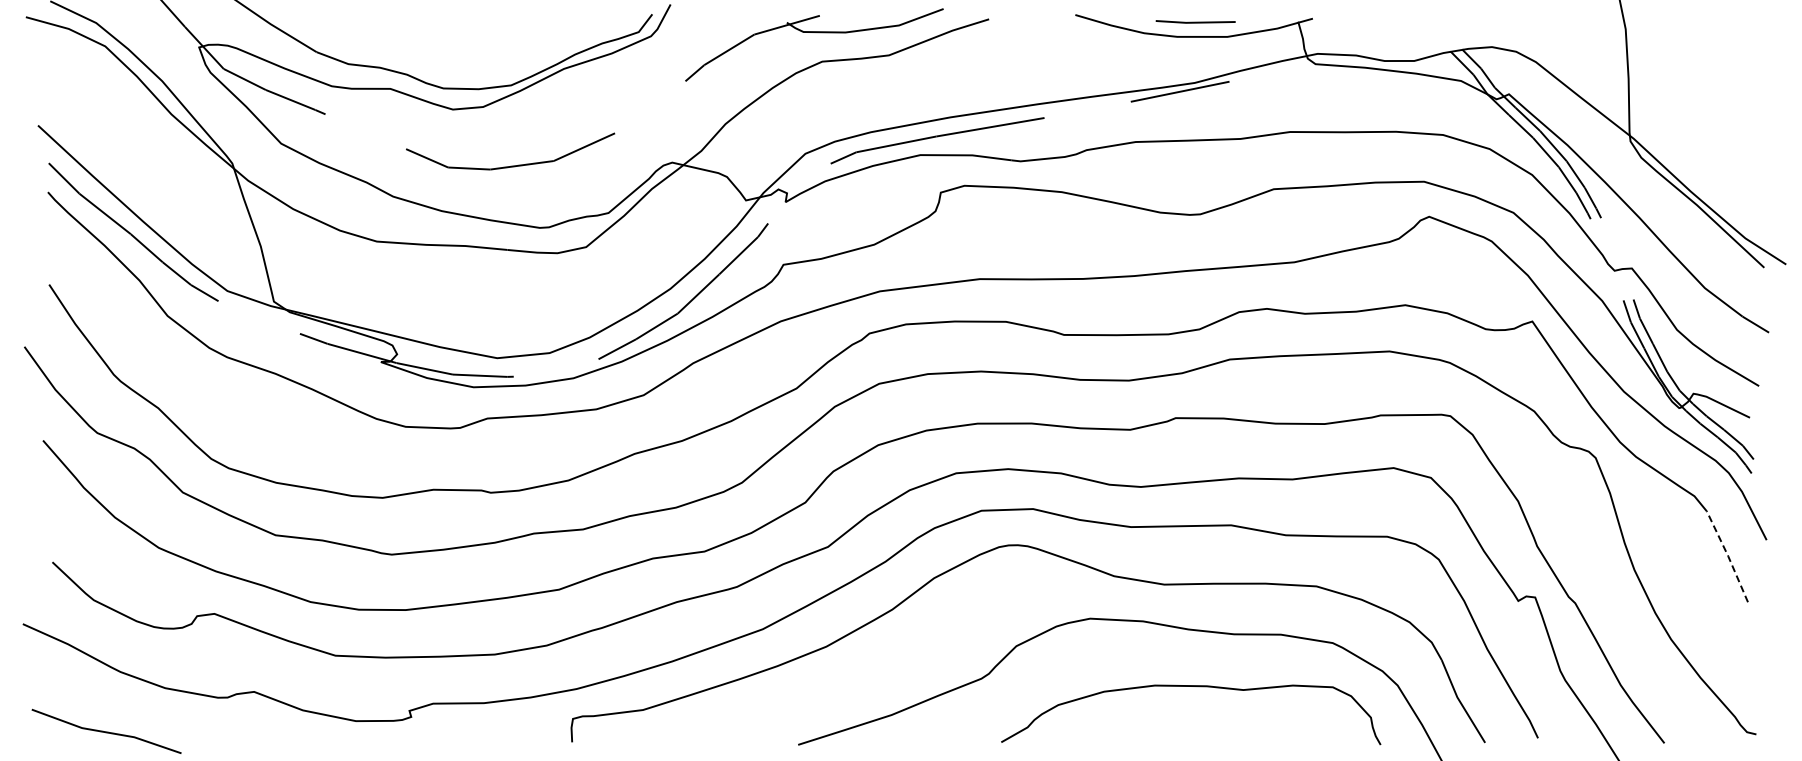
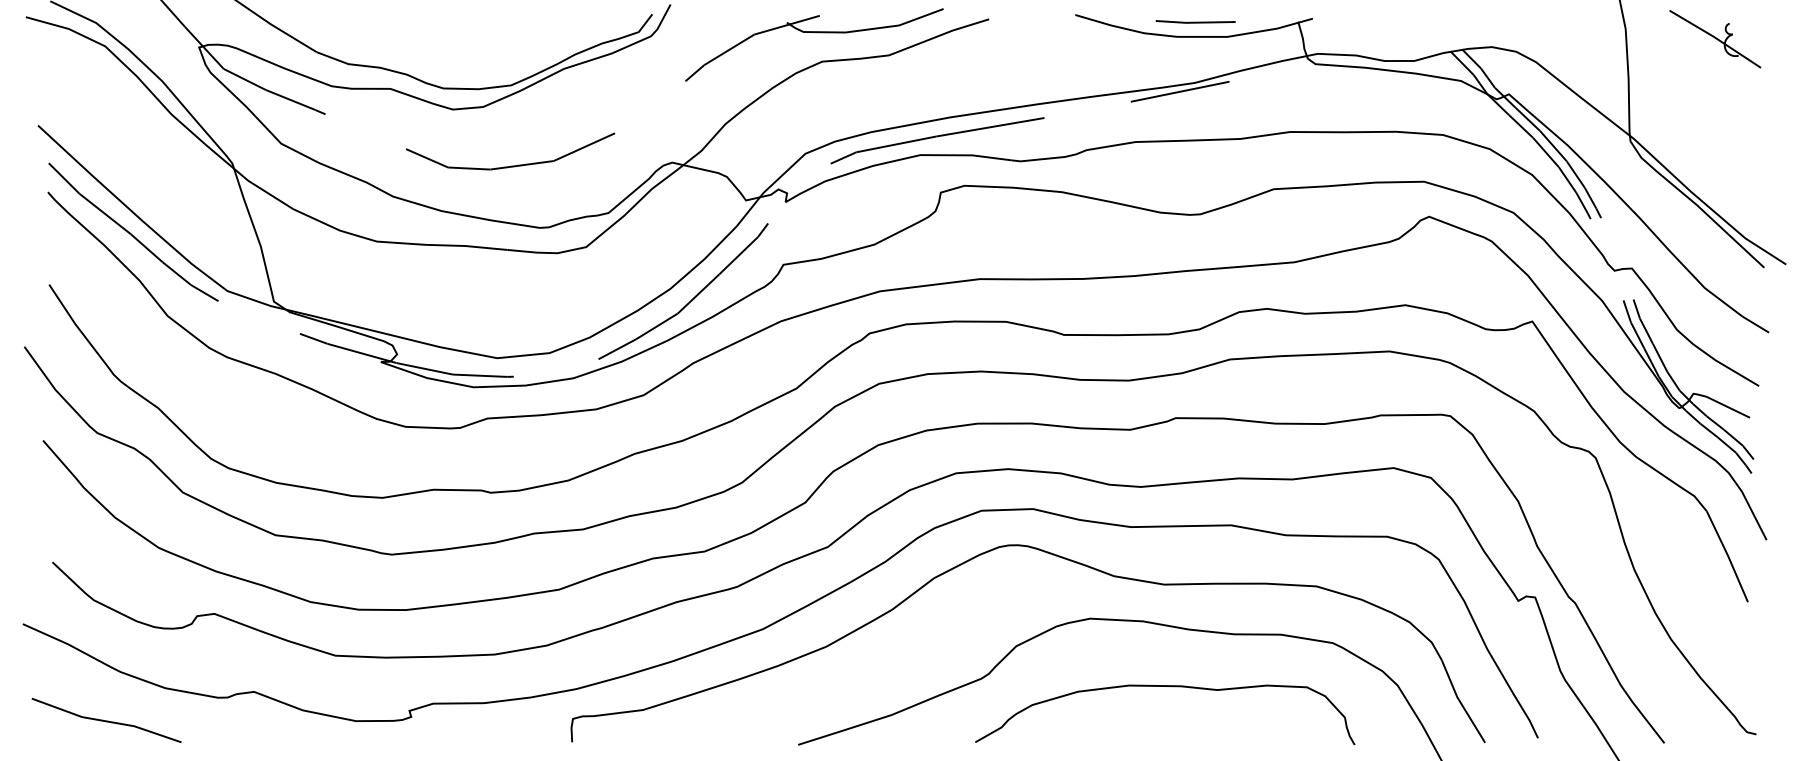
part at (1715, 39): none -> present
line at (1728, 556): dashed -> solid
curve at (1198, 687) position: (1198, 687) -> (1172, 687)
line at (106, 731) position: (106, 731) -> (106, 720)
